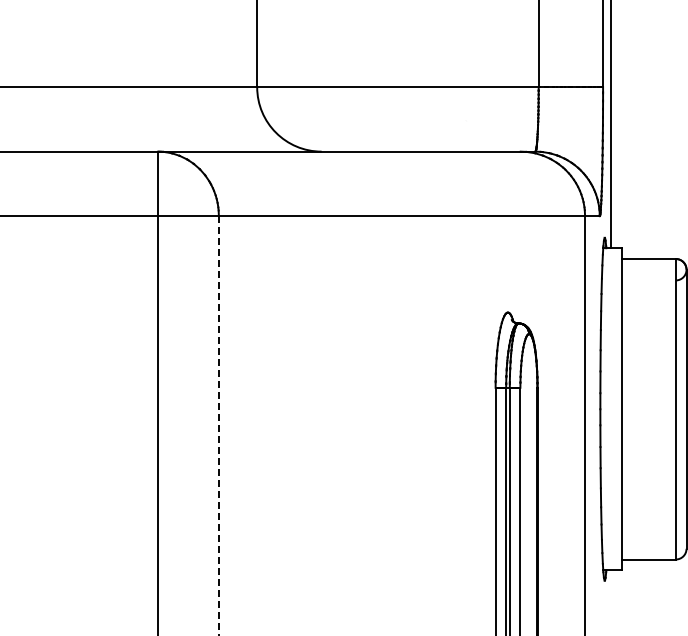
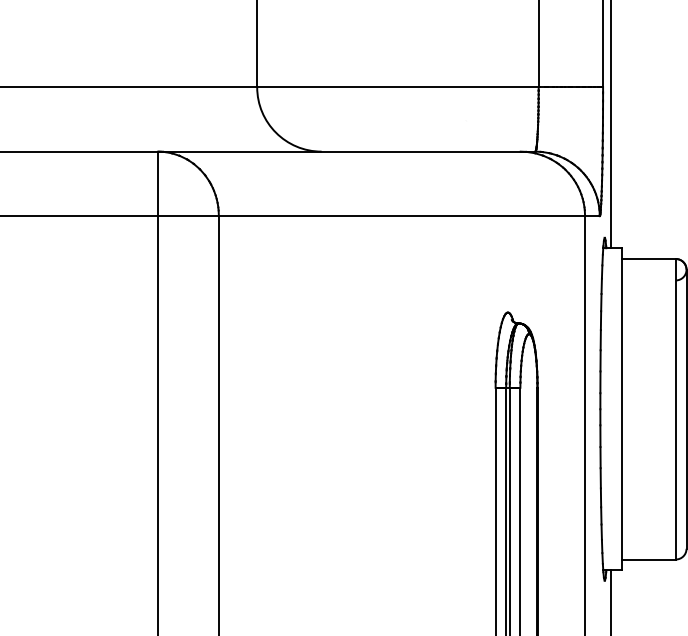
line at (218, 425): dashed -> solid
line at (611, 601): none -> present
